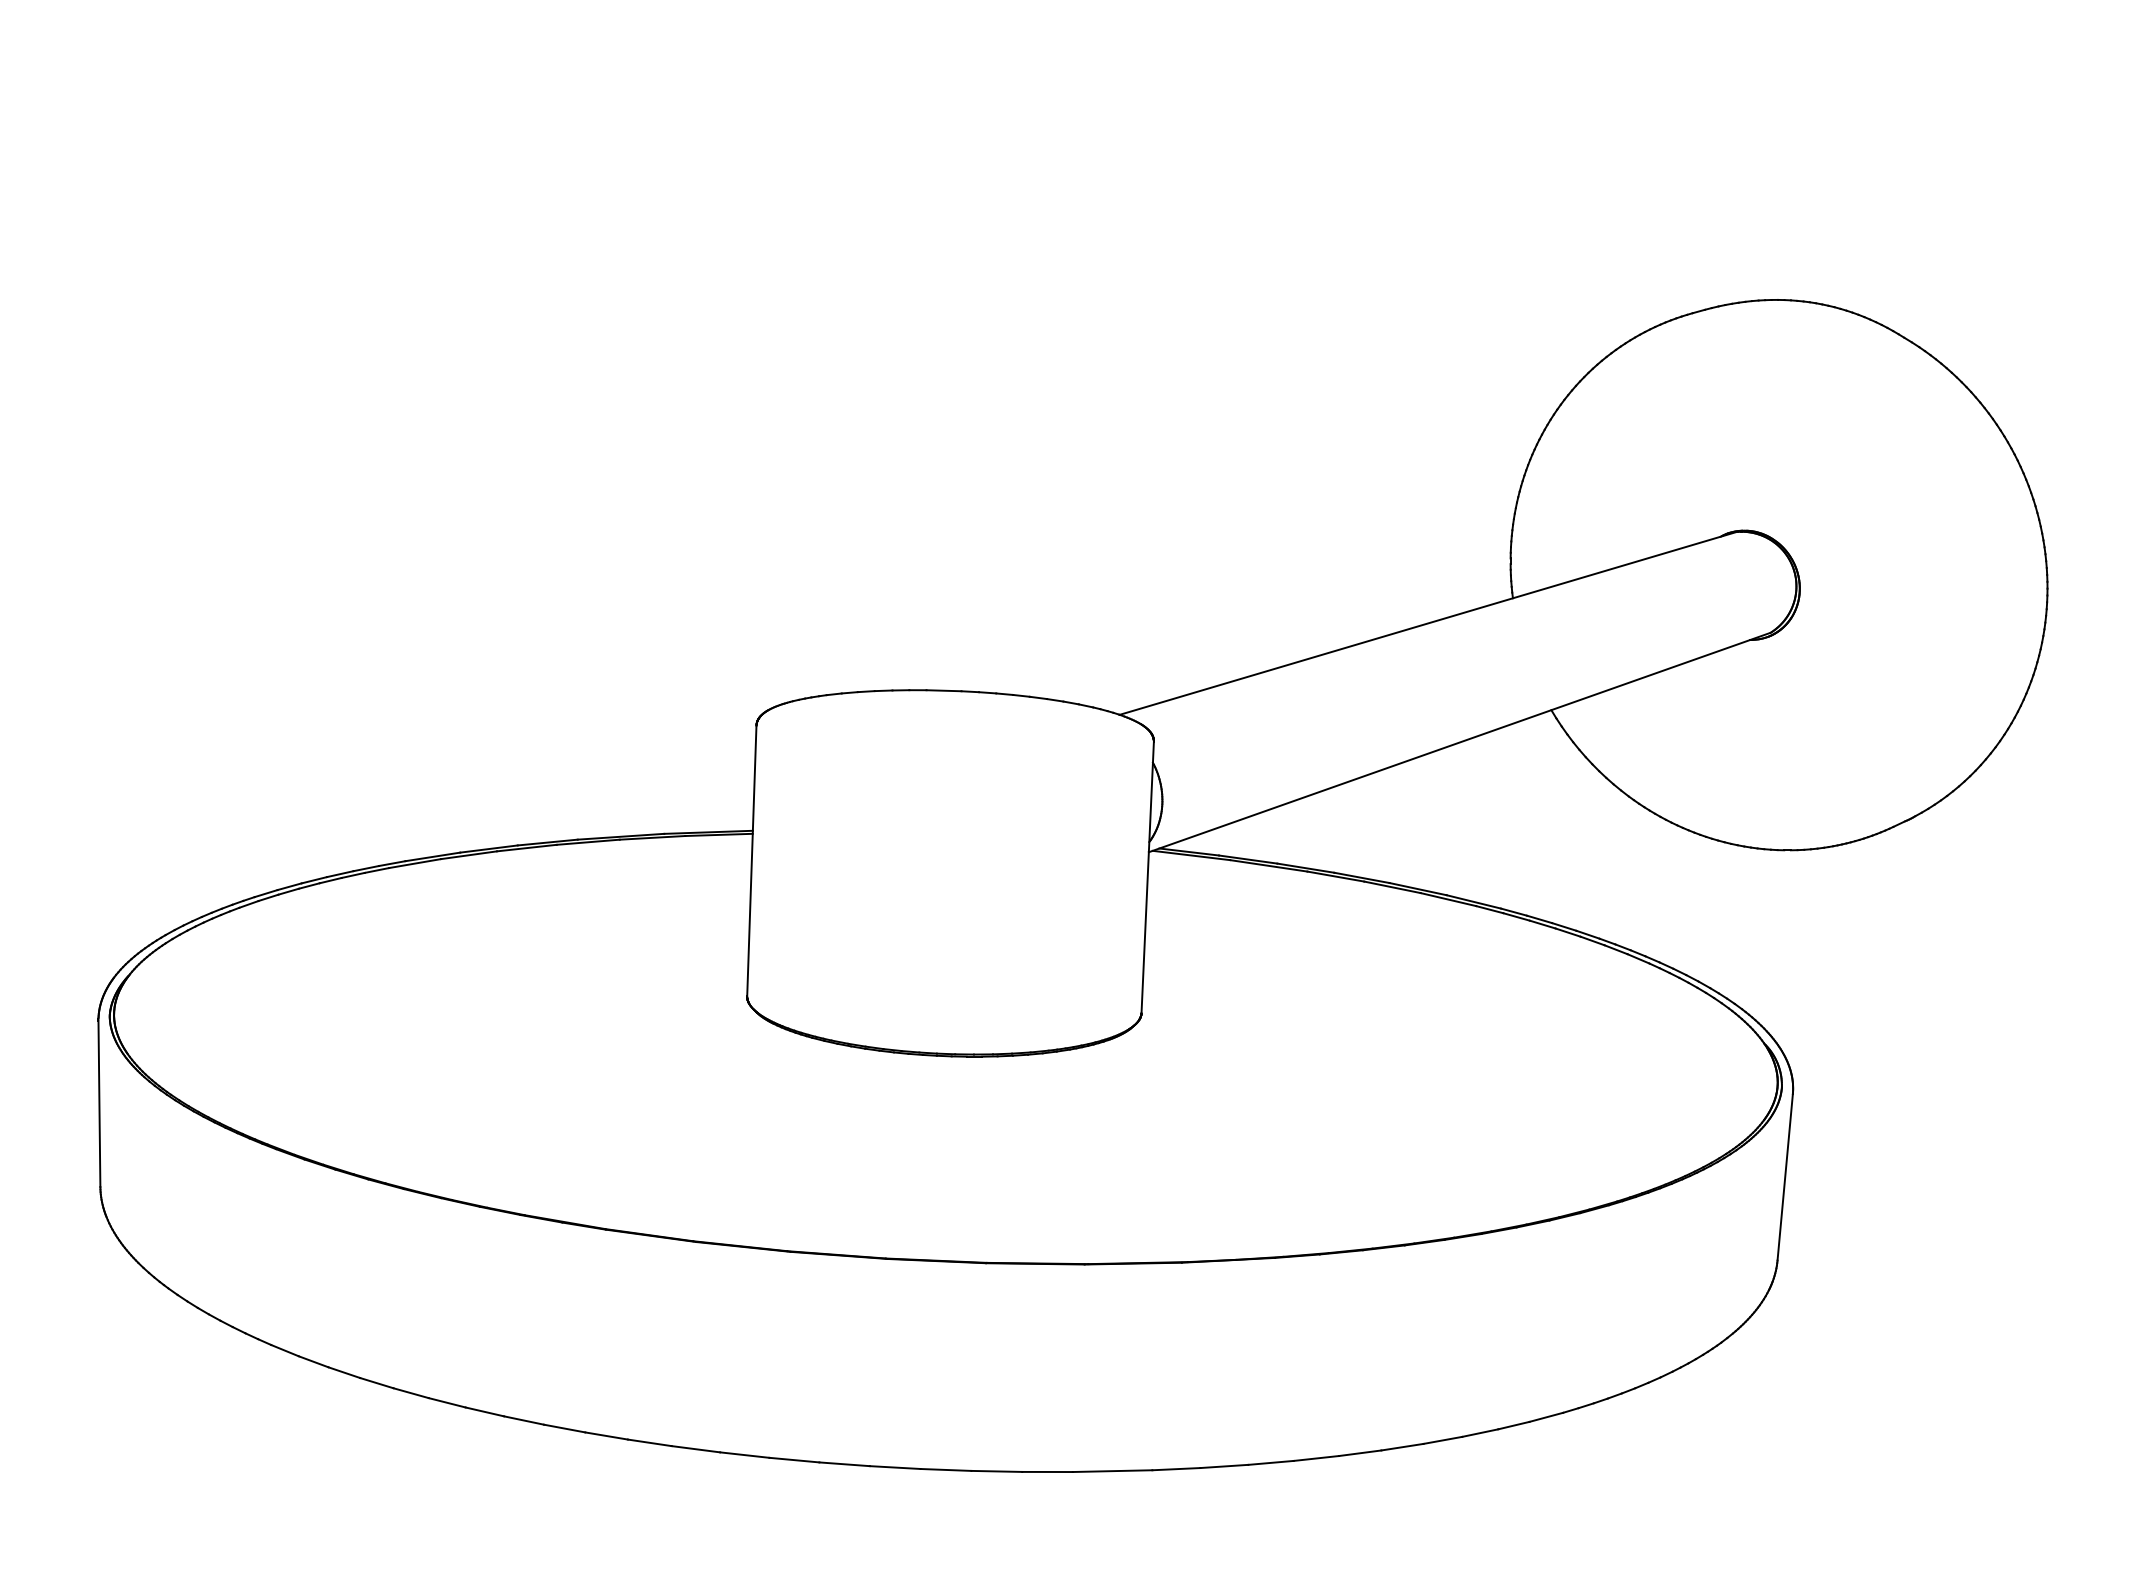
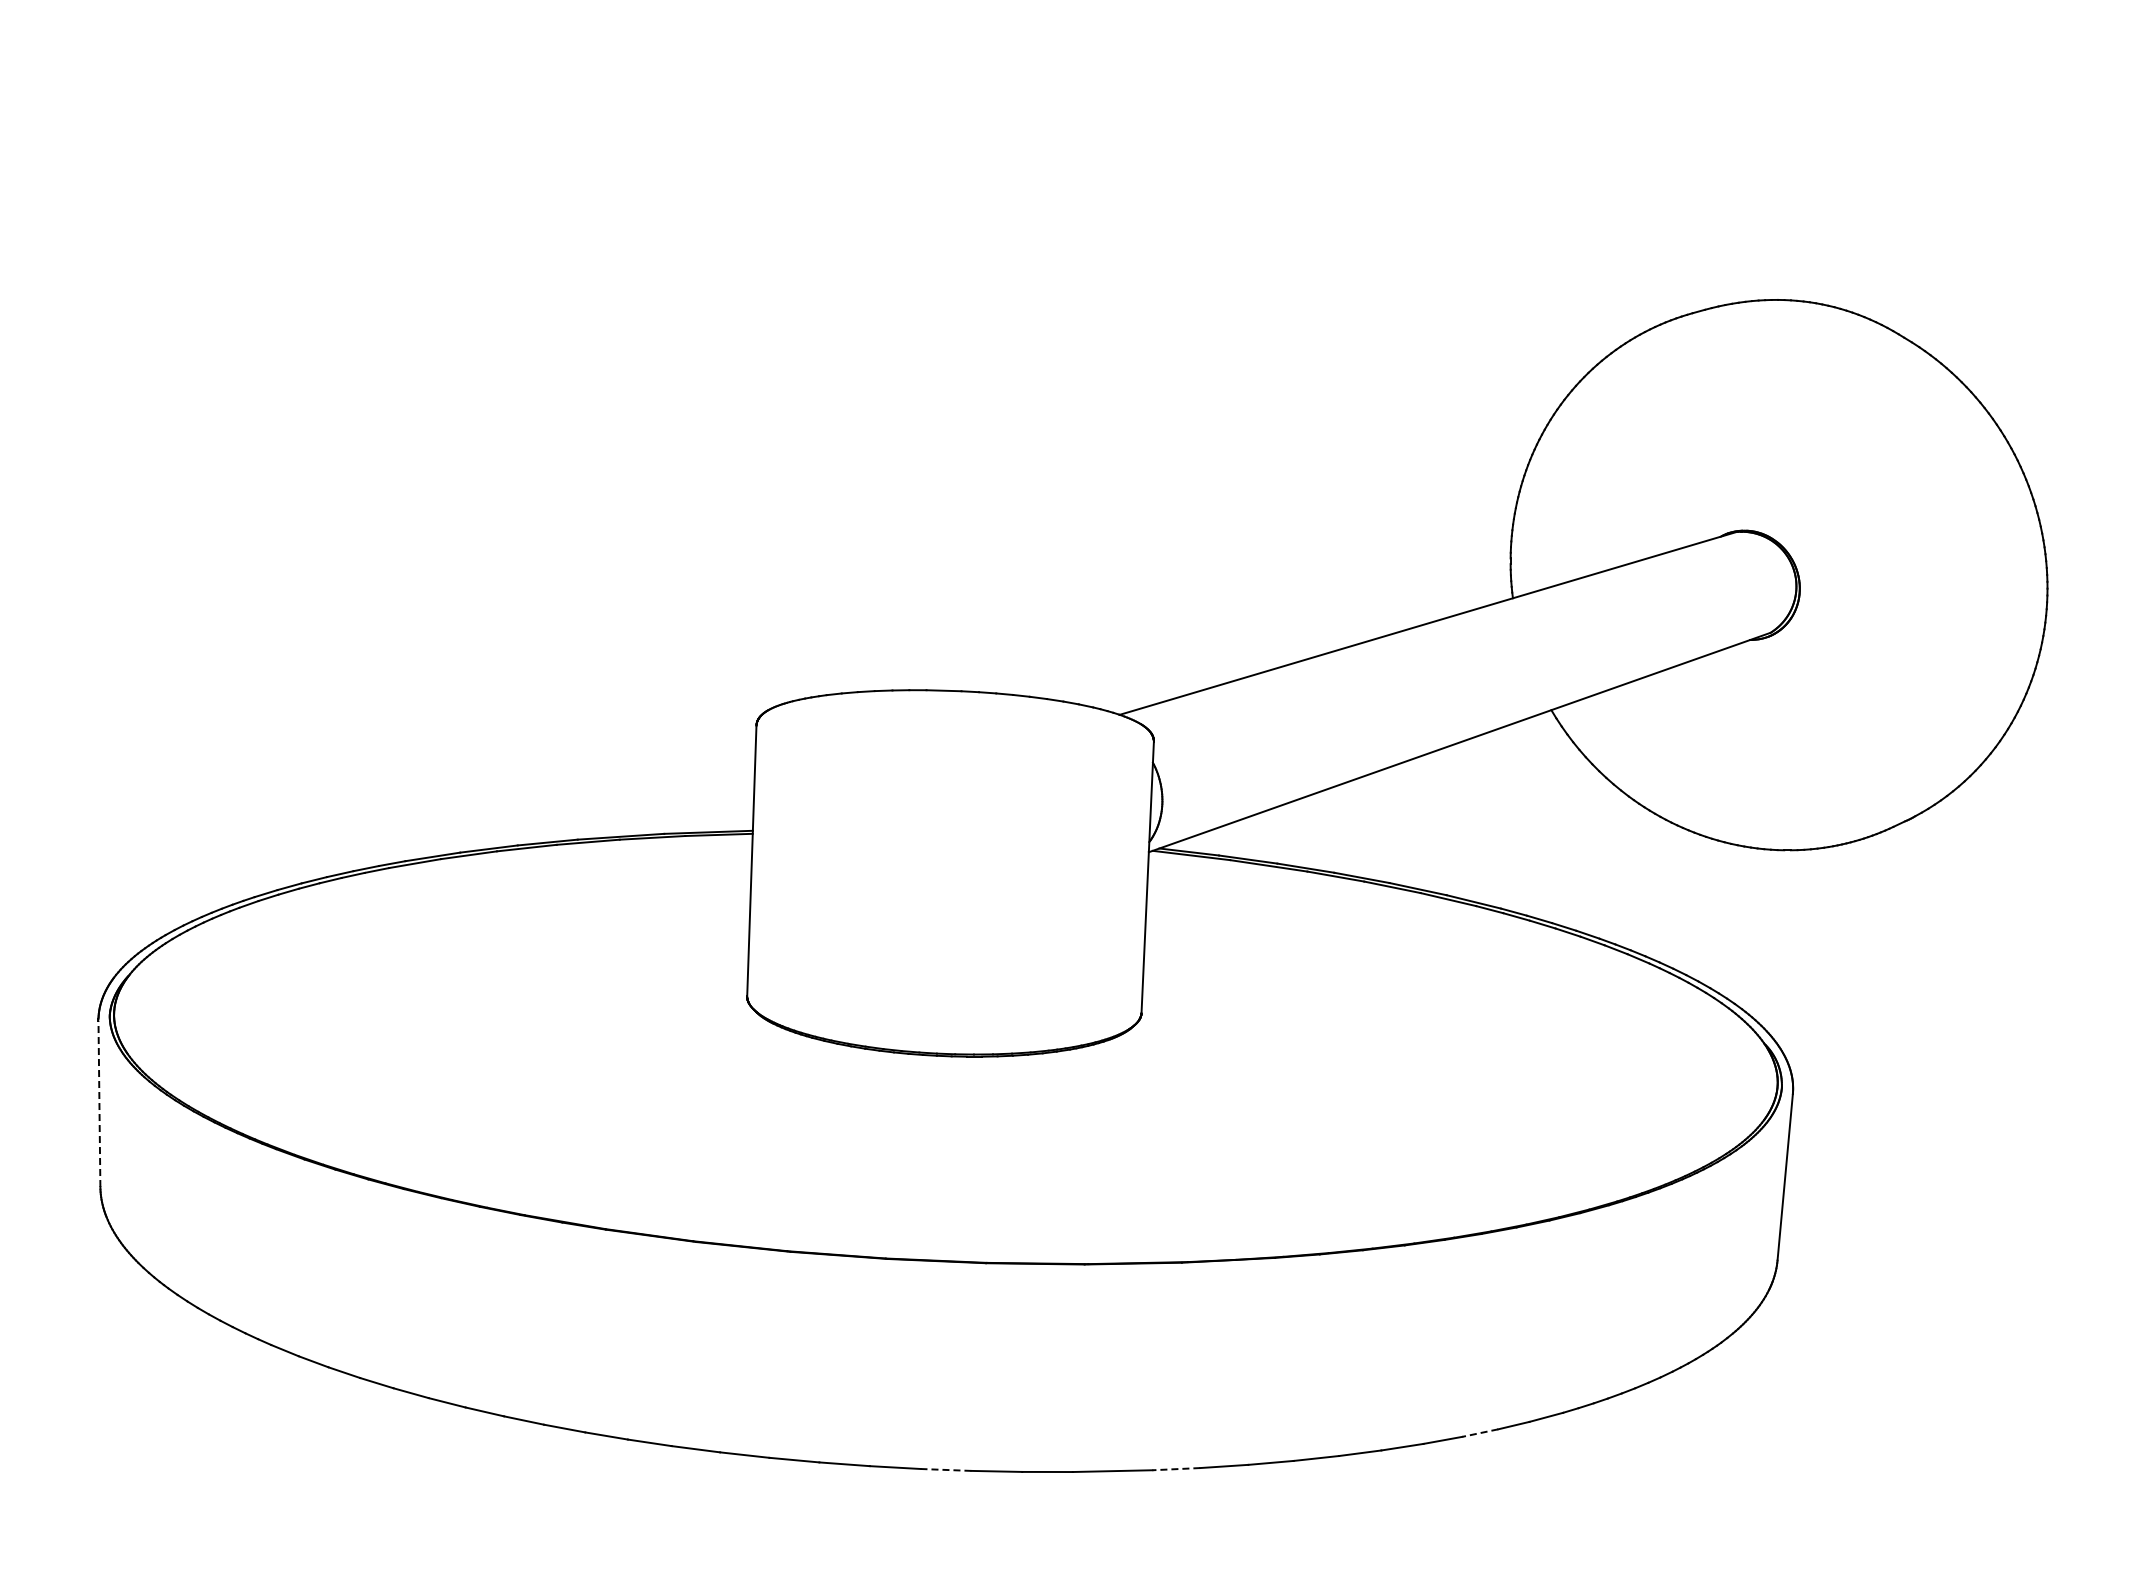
line at (99, 1104): solid -> dashed
line at (1479, 1433): solid -> dashed
line at (945, 1469): solid -> dashed
line at (1175, 1469): solid -> dashed
